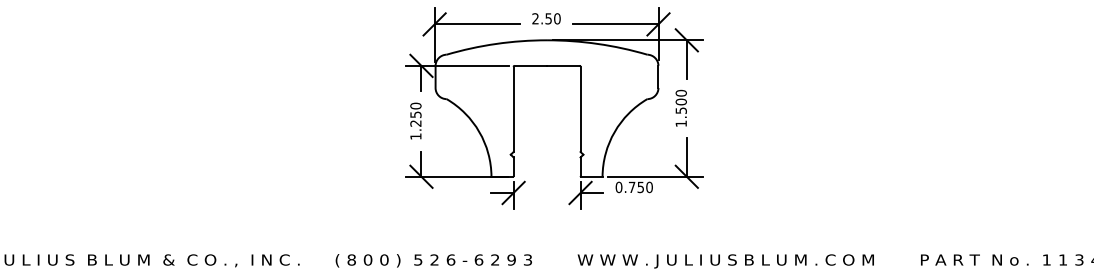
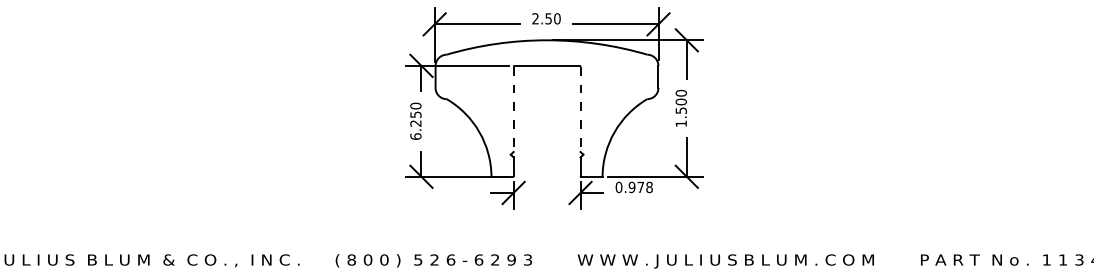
line at (513, 109): solid -> dashed
line at (580, 109): solid -> dashed
text at (415, 136): 1.250 -> 6.250
text at (640, 187): 0.750 -> 0.978
